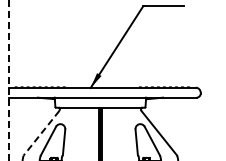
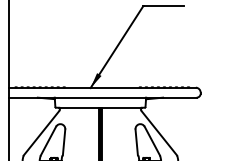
line at (8, 80): dashed -> solid
line at (41, 133): dashed -> solid
